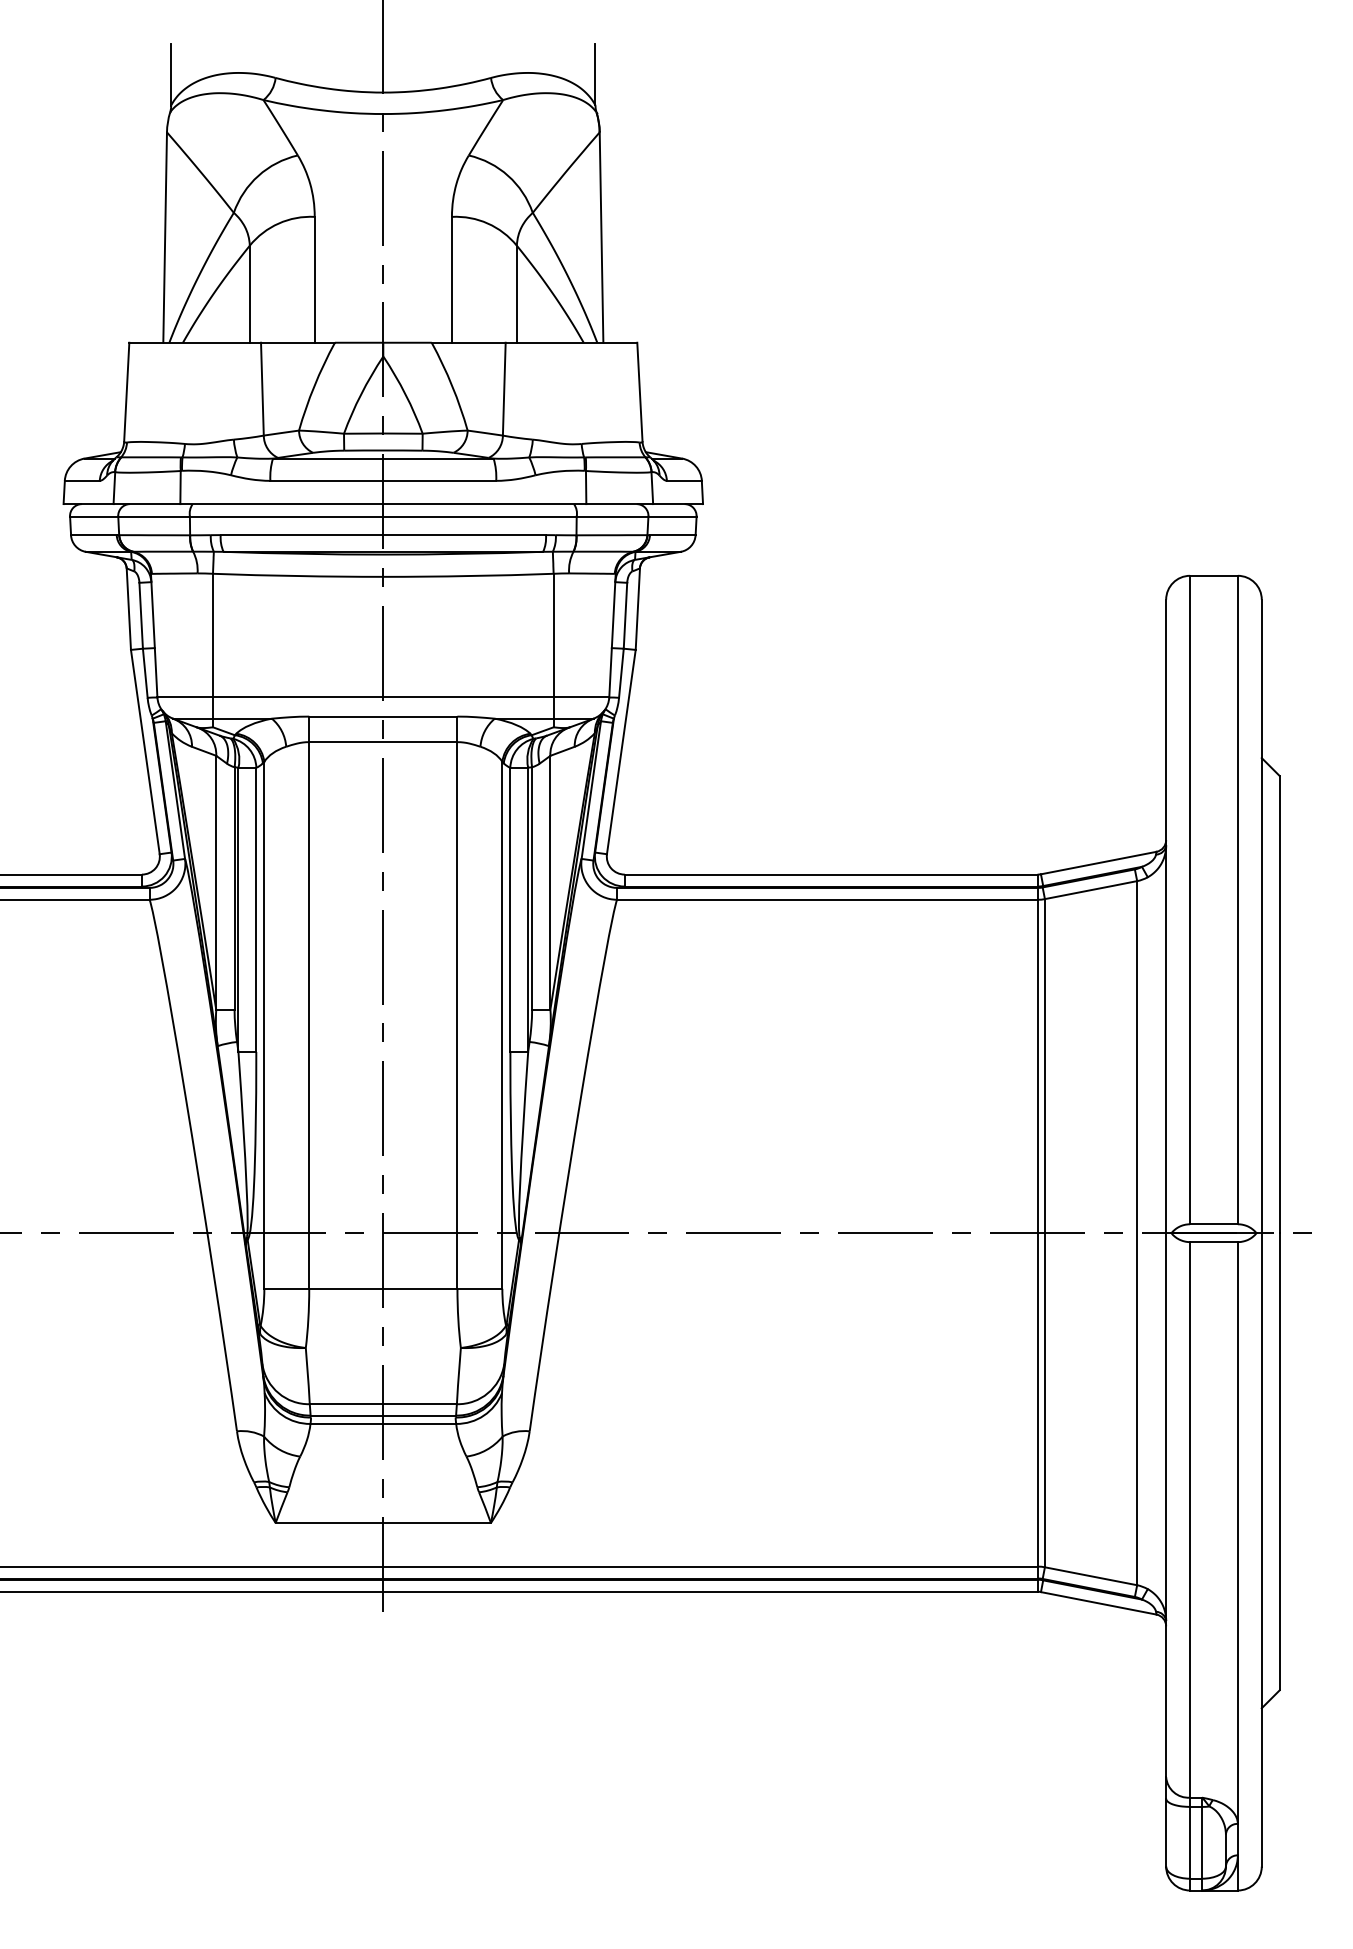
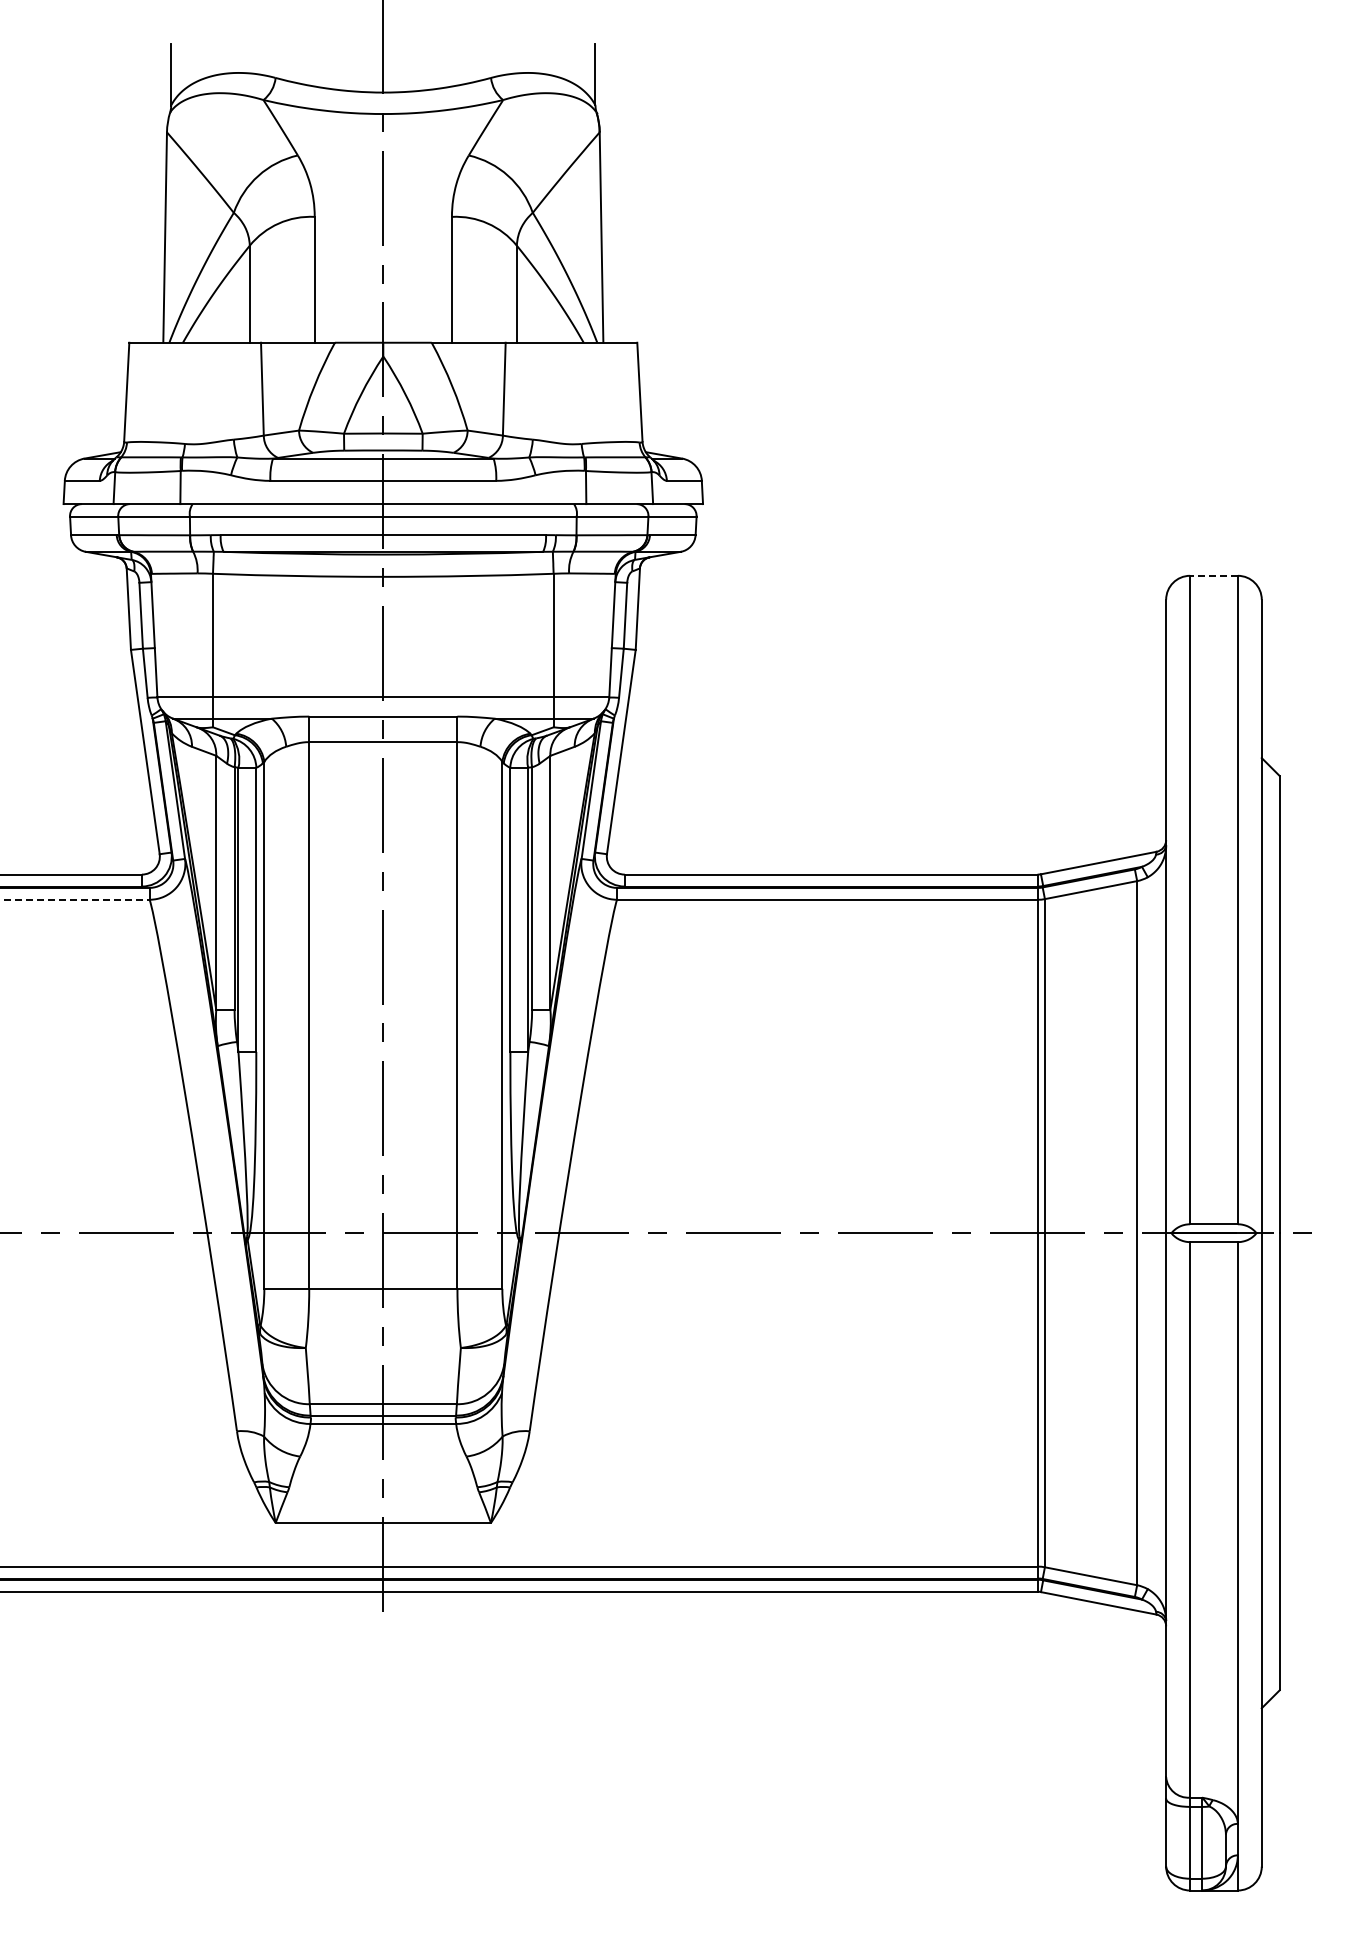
line at (1213, 575): solid -> dashed
line at (75, 899): solid -> dashed
